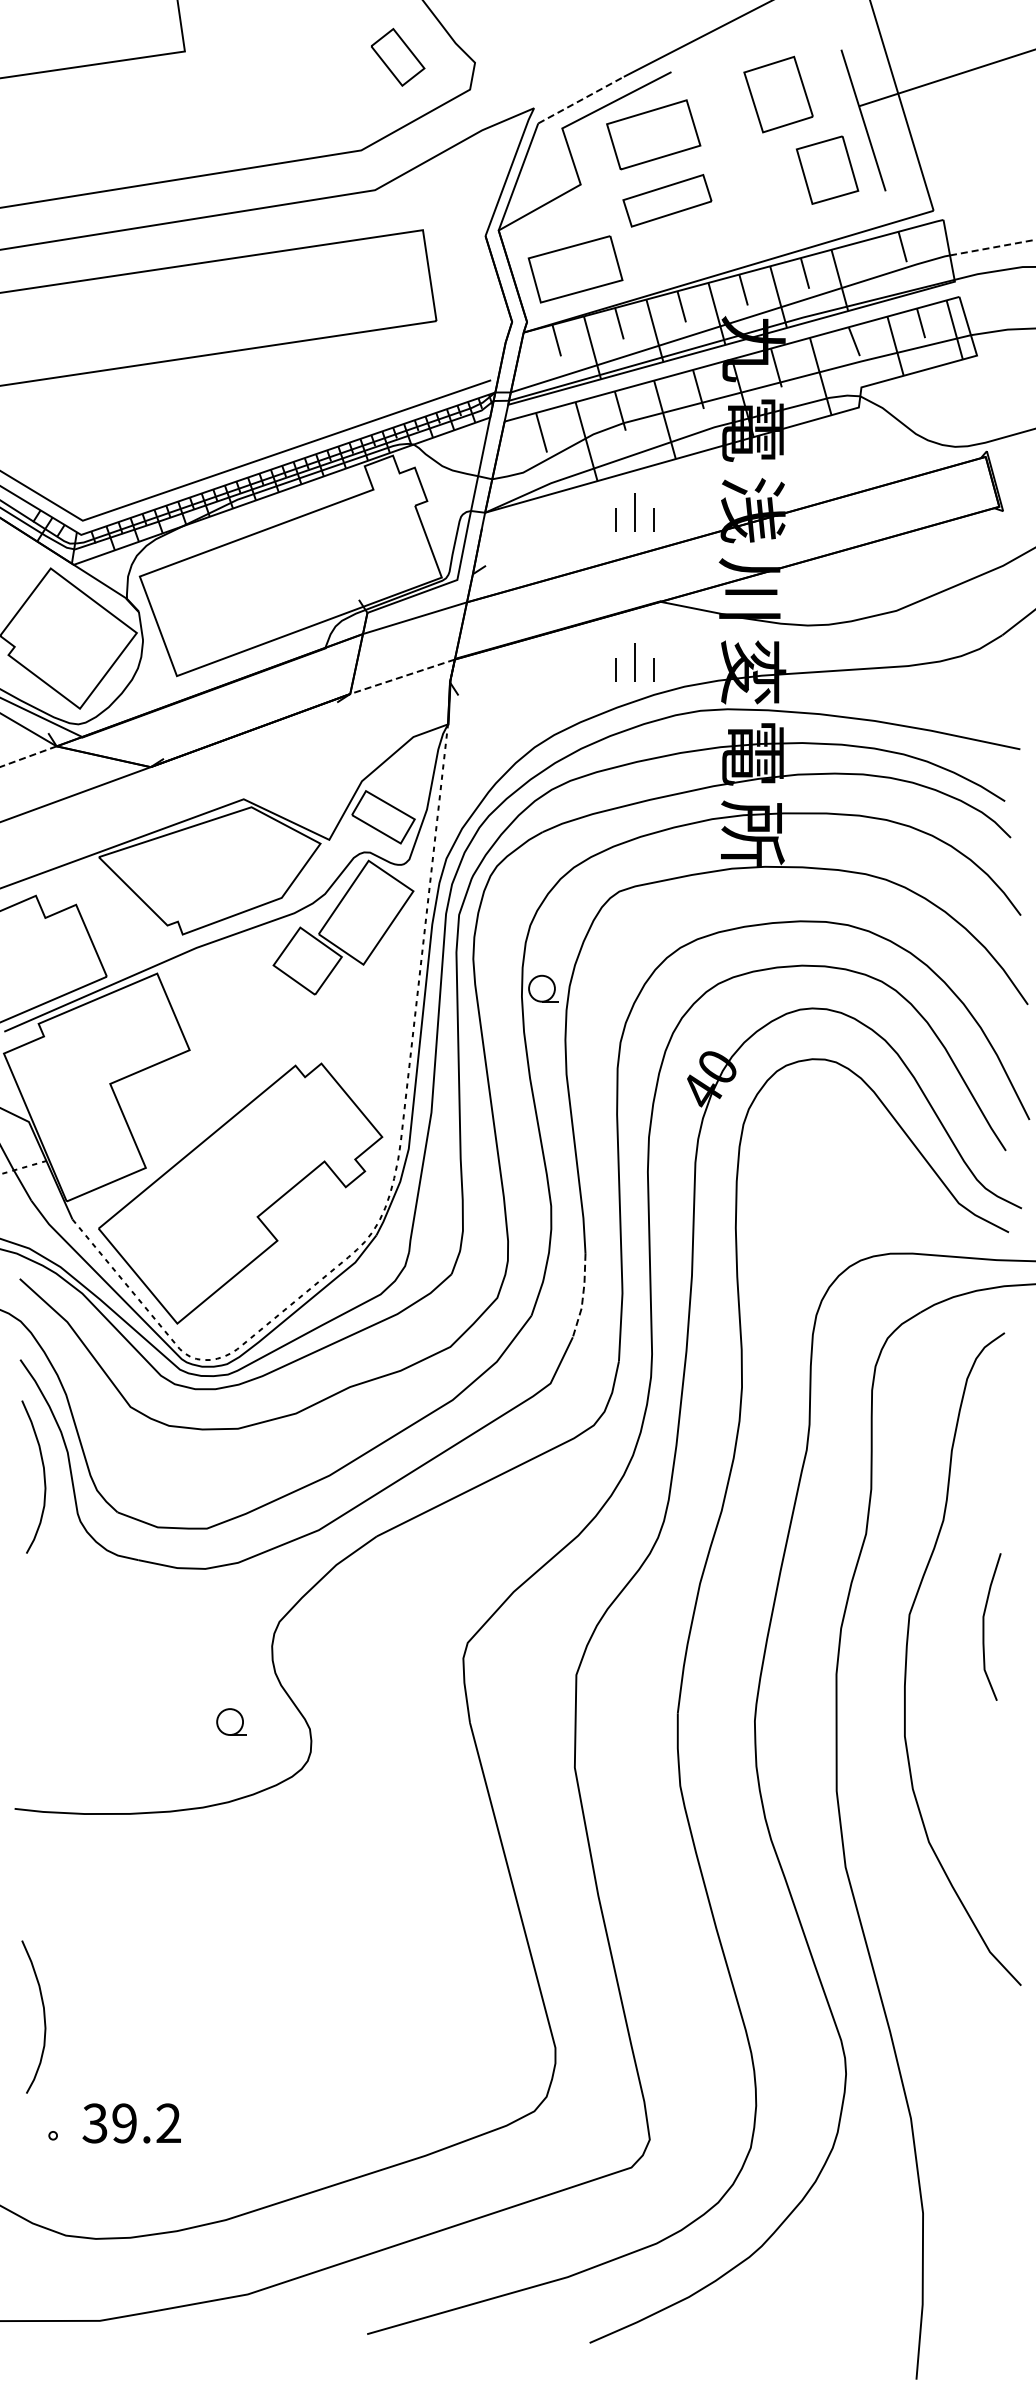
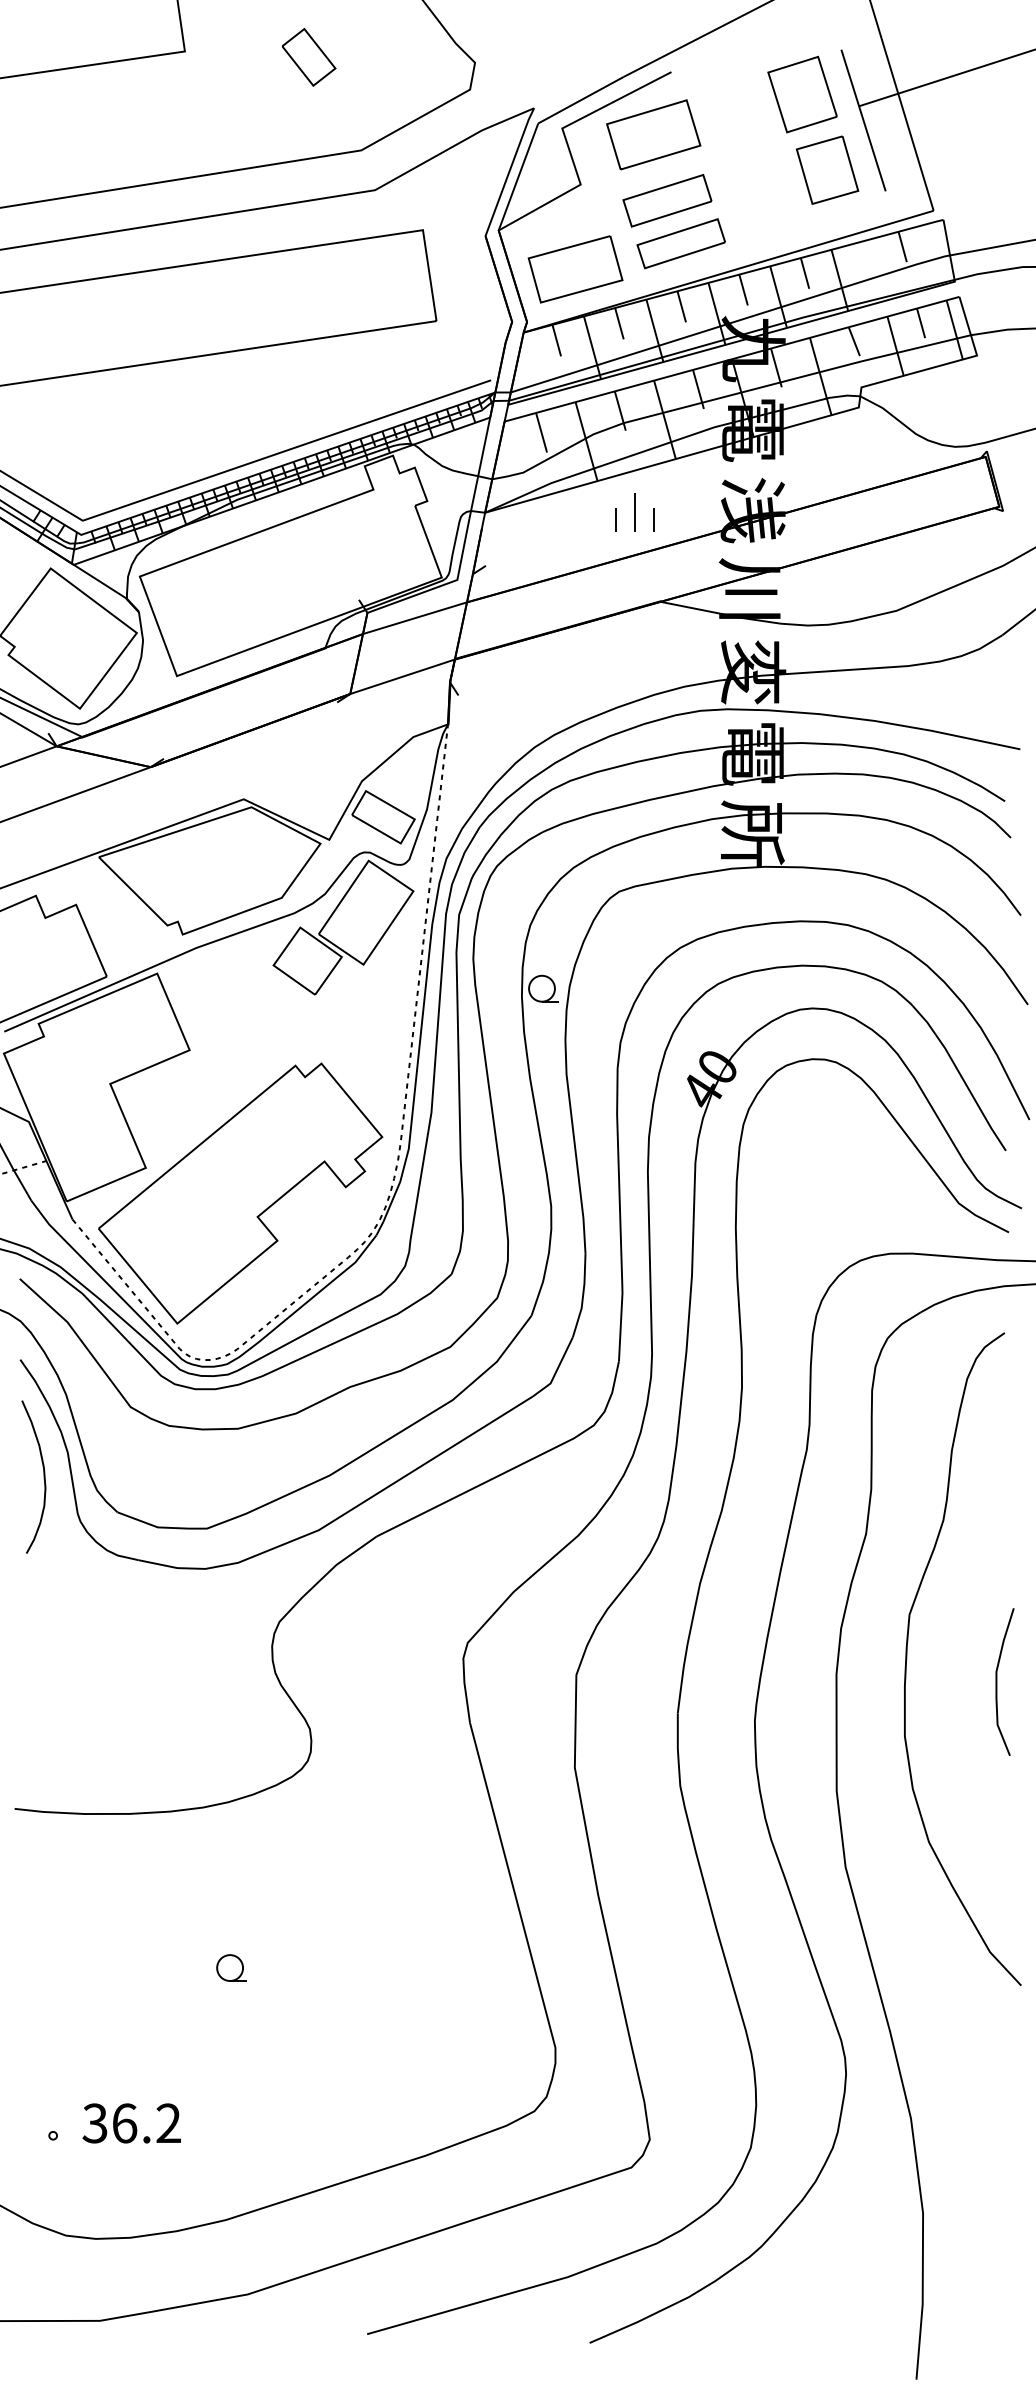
part at (398, 57) position: (398, 57) -> (309, 57)
part at (778, 94) position: (778, 94) -> (802, 94)
line at (581, 100): dashed -> solid
part at (680, 243): none -> present
line at (993, 247): dashed -> solid
part at (634, 662): present -> none
line at (402, 676): dashed -> solid
line at (28, 756): dashed -> solid
line at (583, 1296): dashed -> solid
curve at (984, 1626) position: (984, 1626) -> (997, 1681)
part at (231, 1721) position: (231, 1721) -> (231, 1967)
curve at (43, 2016): present -> none
text at (124, 2123): 39.2 -> 36.2
